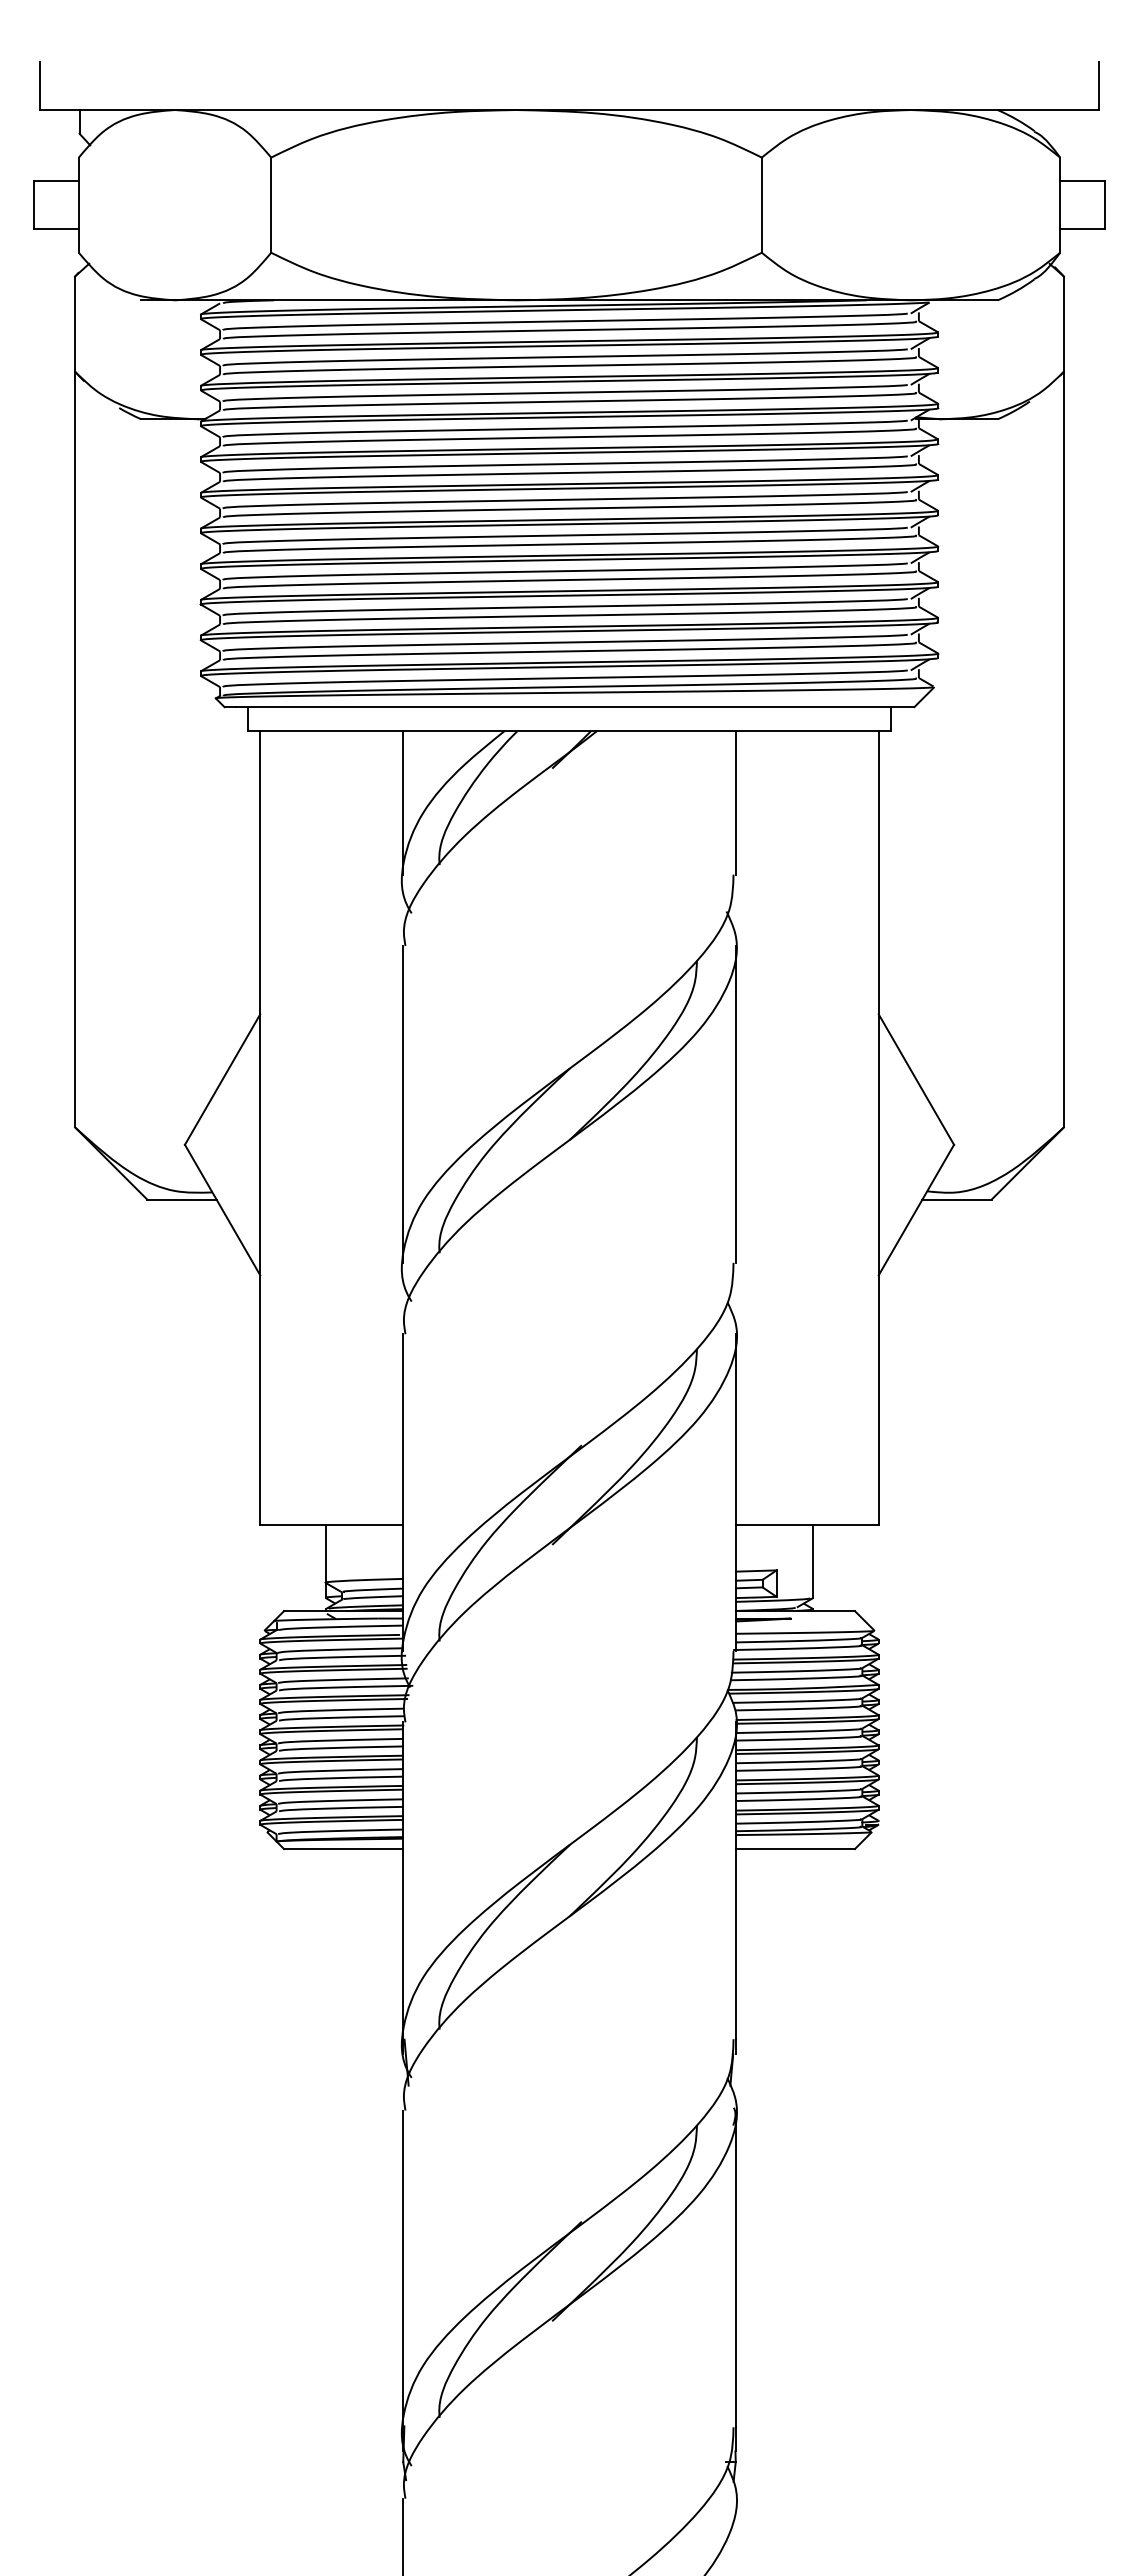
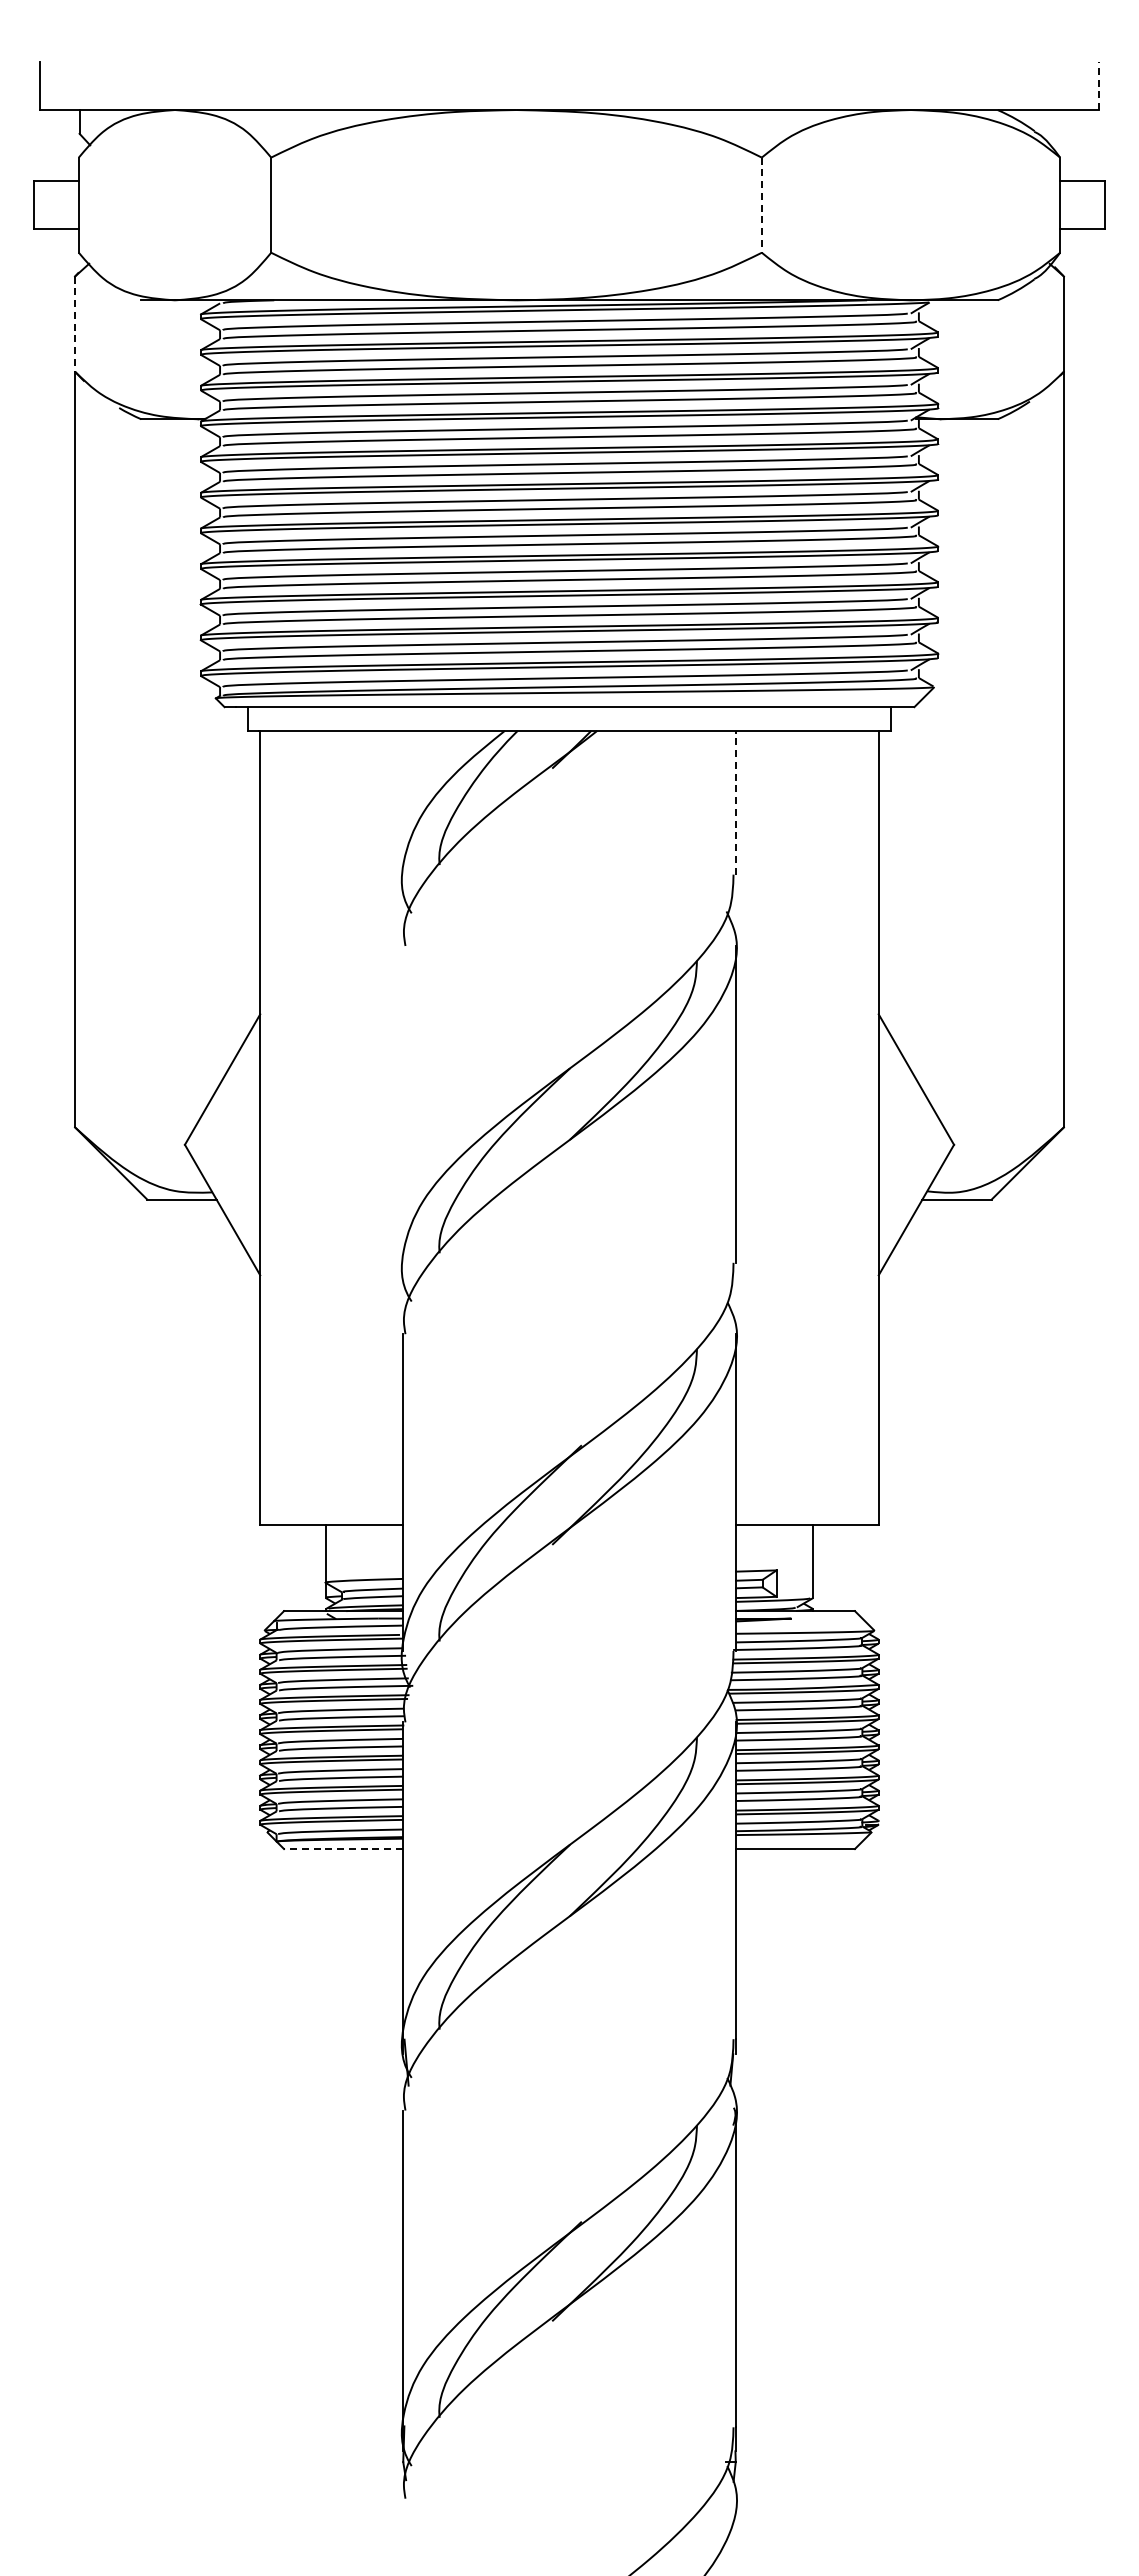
line at (1098, 86): solid -> dashed
line at (761, 205): solid -> dashed
line at (75, 324): solid -> dashed
line at (402, 802): present -> none
line at (736, 802): solid -> dashed
line at (402, 1104): present -> none
line at (342, 1849): solid -> dashed
line at (402, 2535): present -> none
